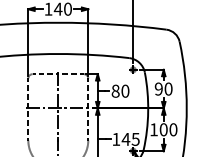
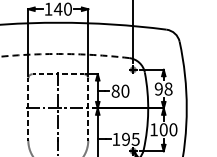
arc at (64, 54): solid -> dashed
text at (168, 89): 90 -> 98
text at (125, 138): 145 -> 195
